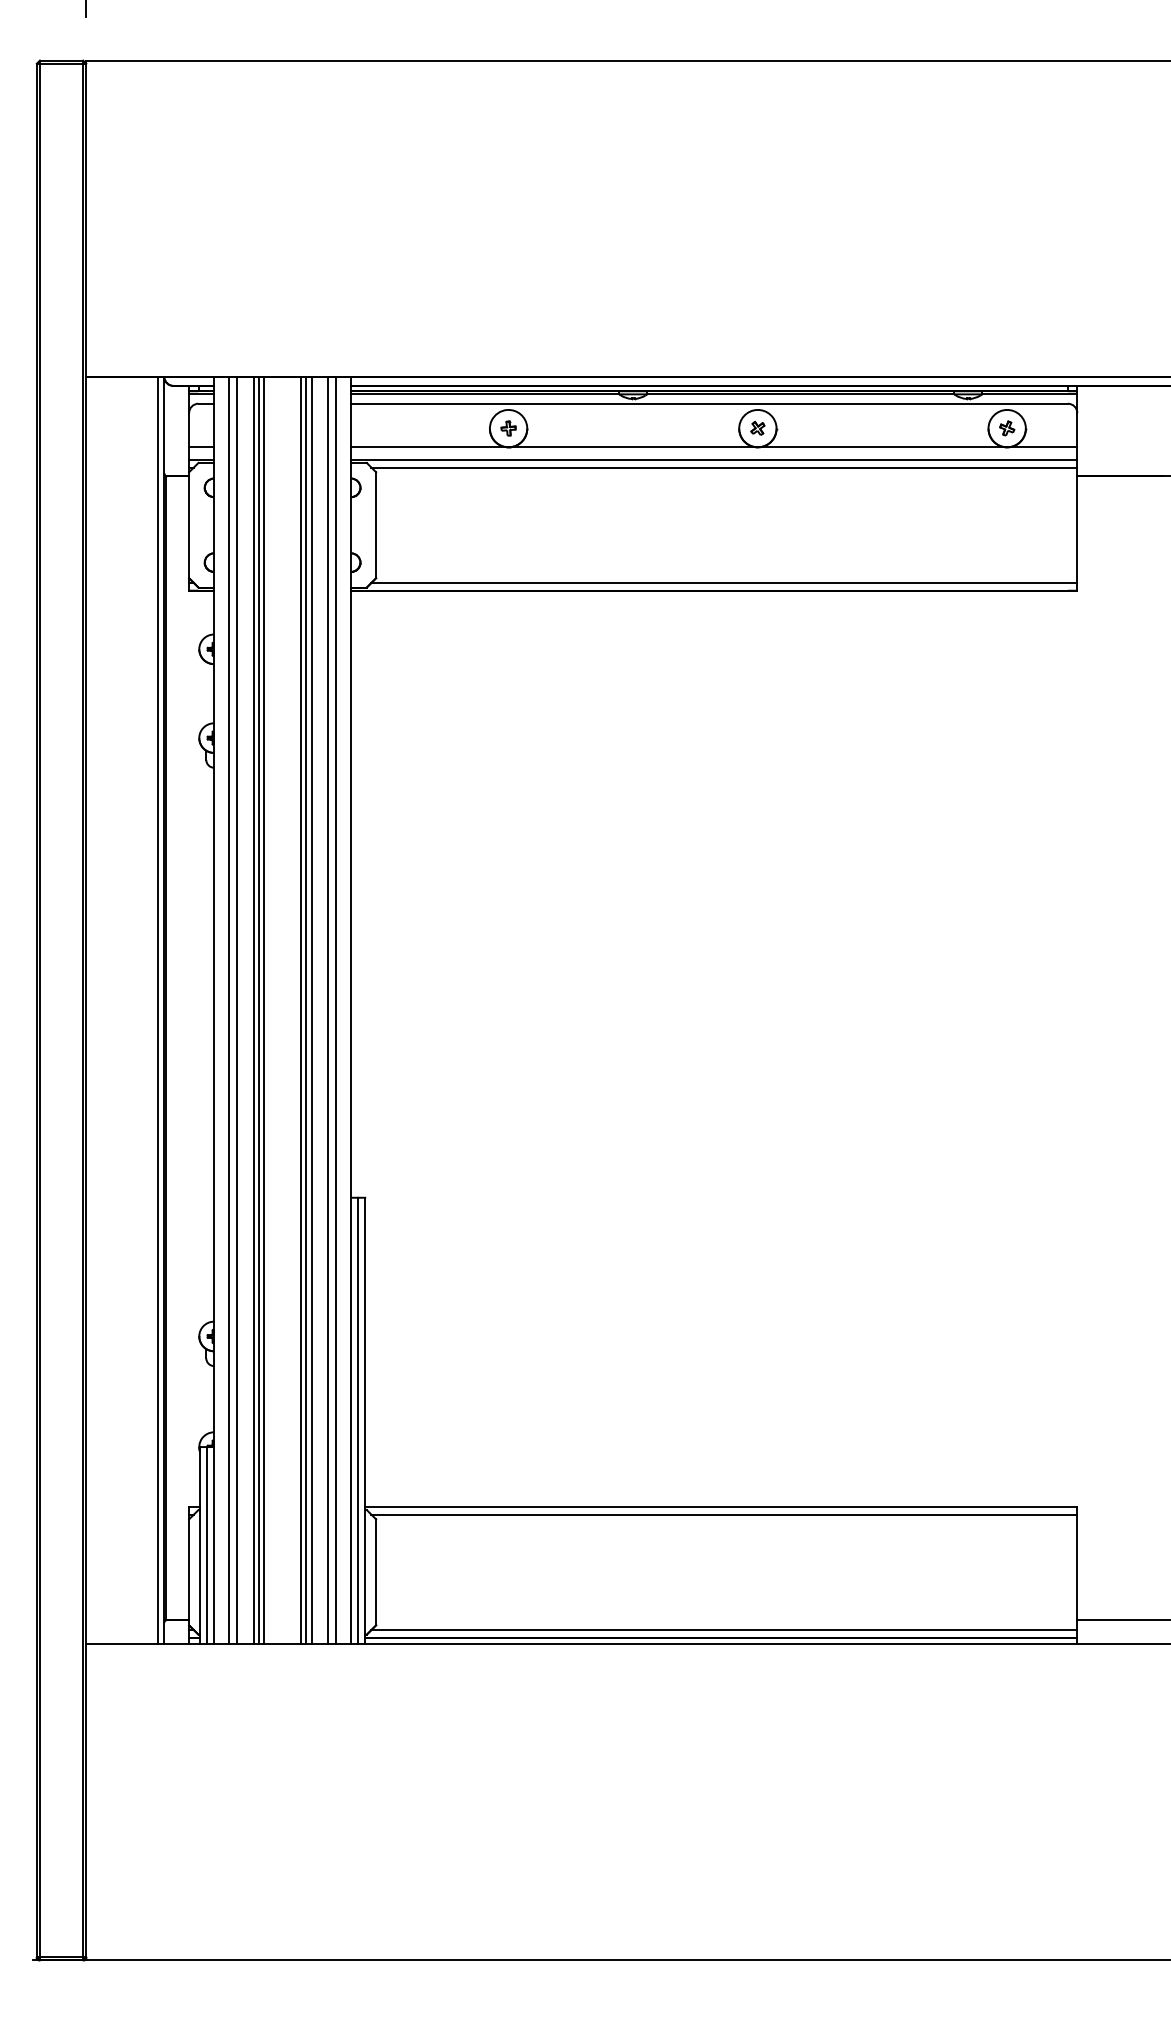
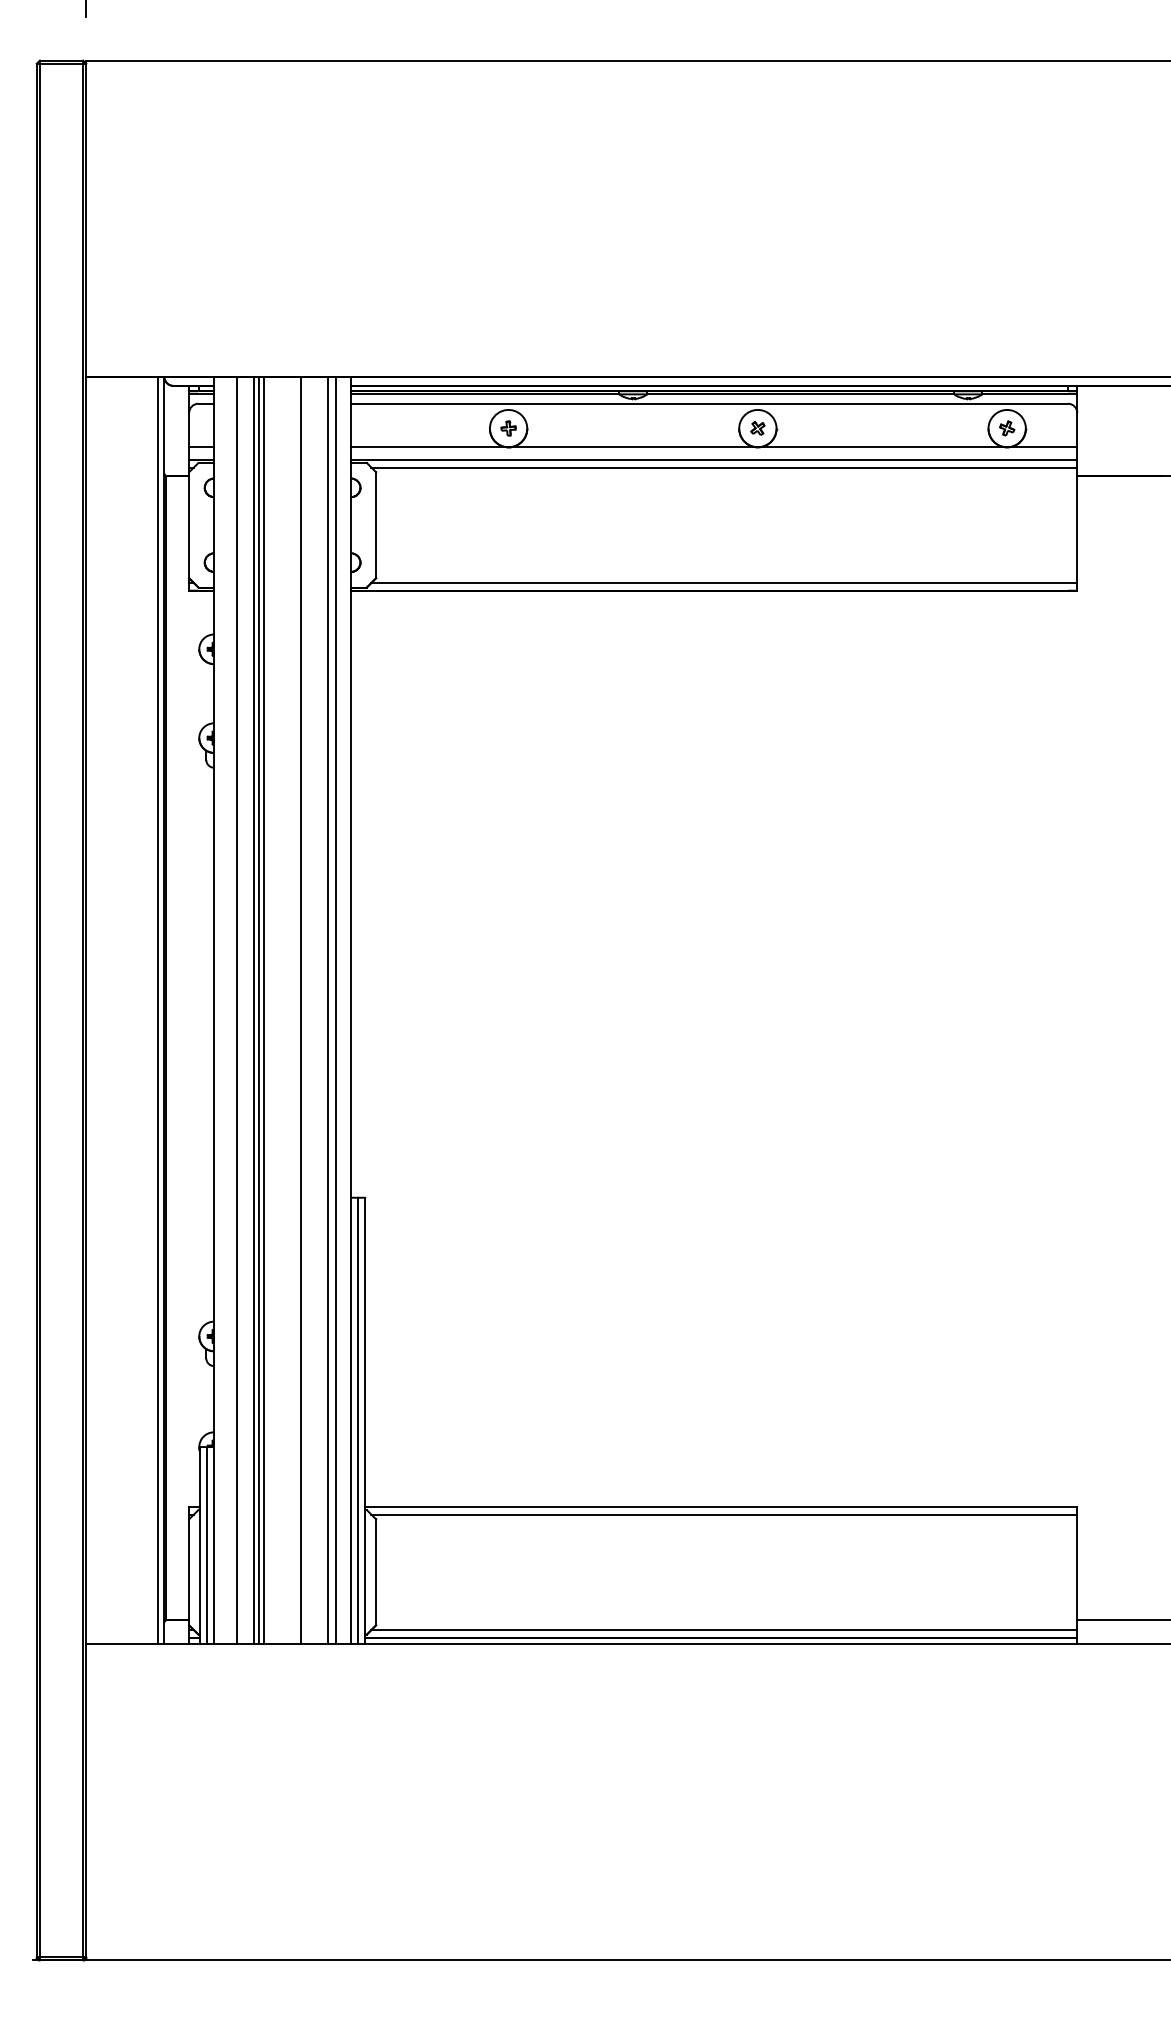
line at (229, 1010): present -> none
line at (306, 1010): present -> none
line at (311, 1010): present -> none
